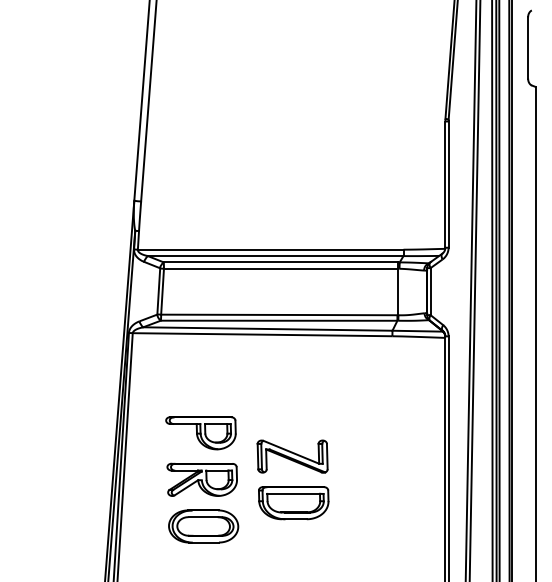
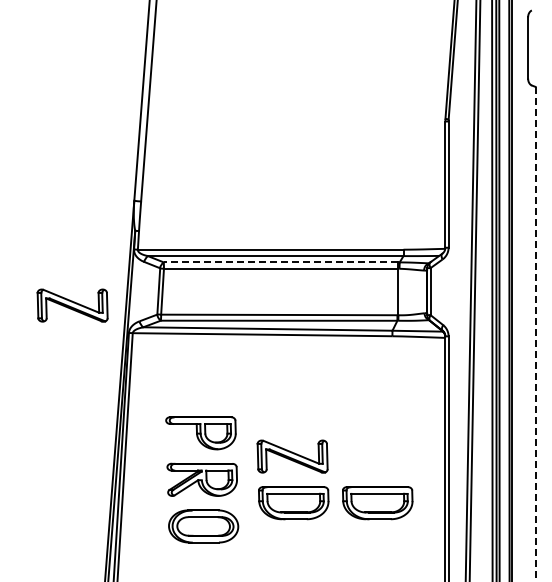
line at (280, 262): solid -> dashed
part at (72, 305): none -> present
line at (535, 334): solid -> dashed
part at (377, 503): none -> present
